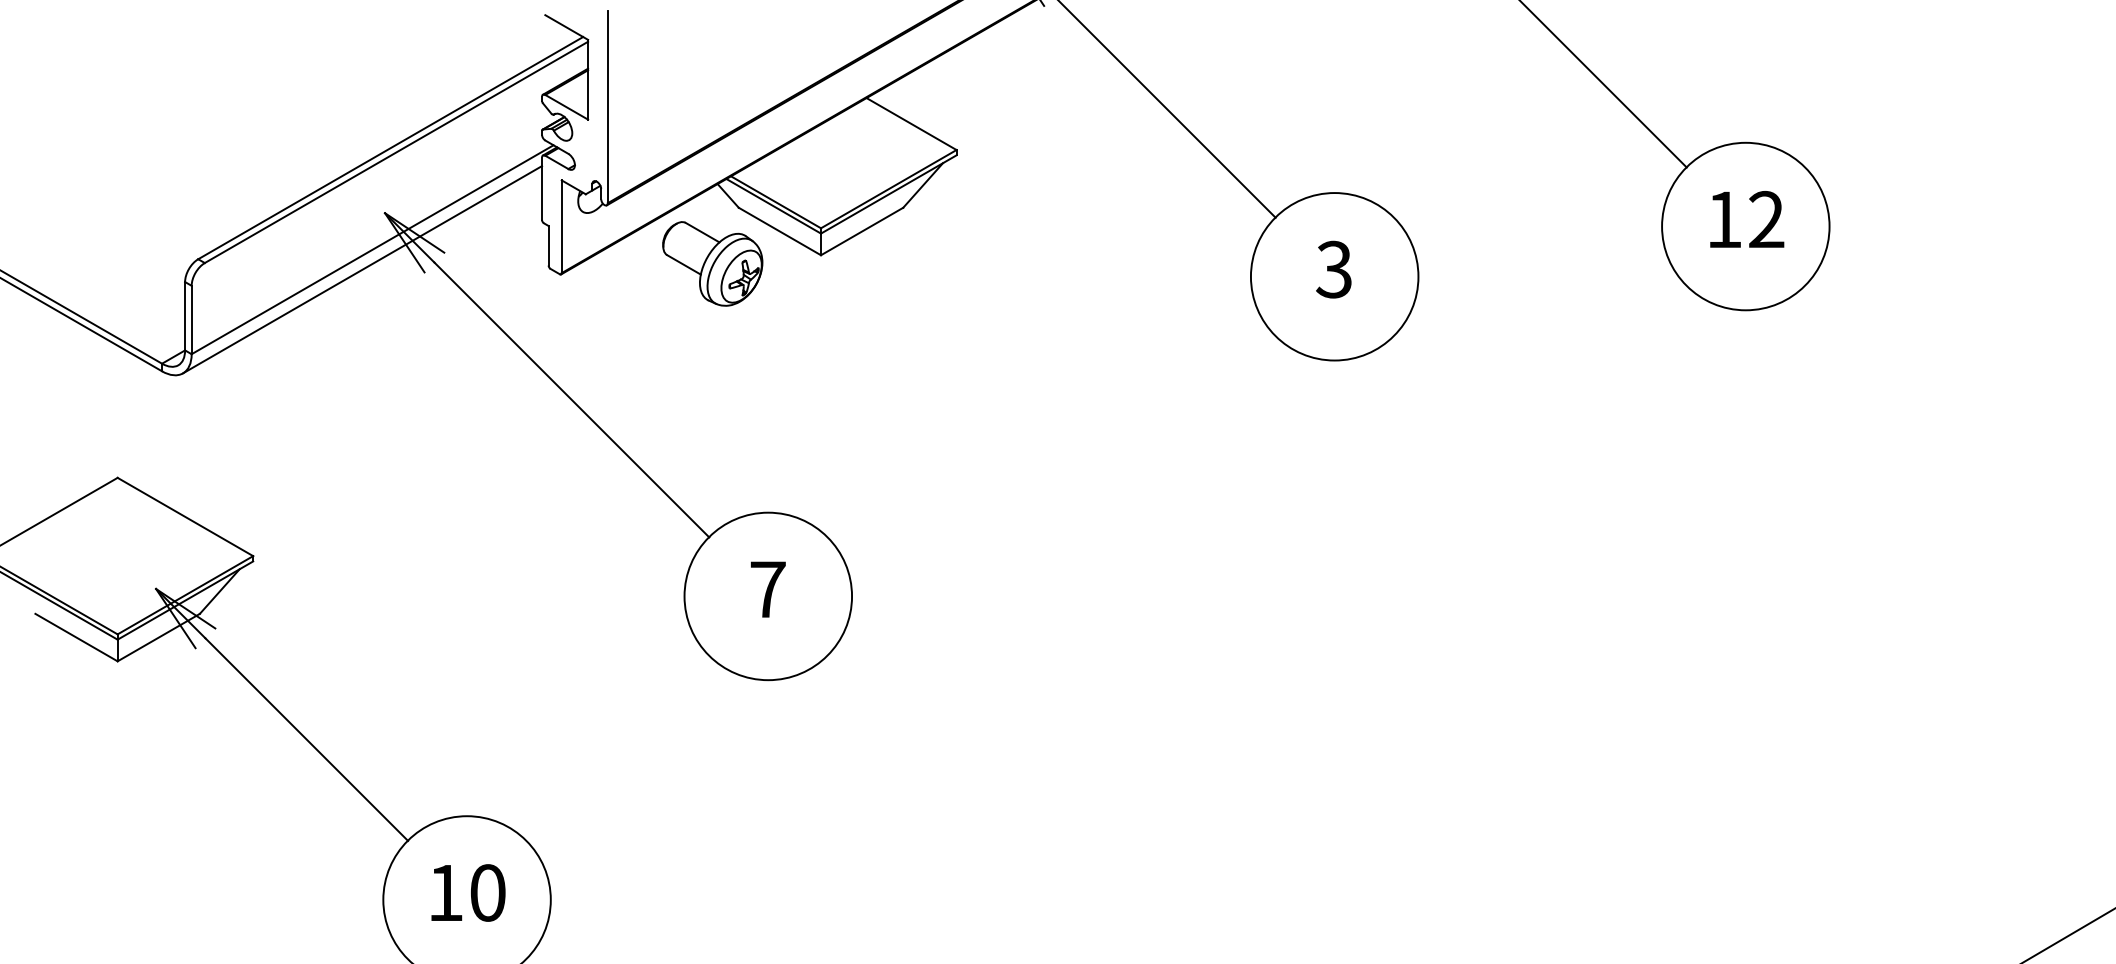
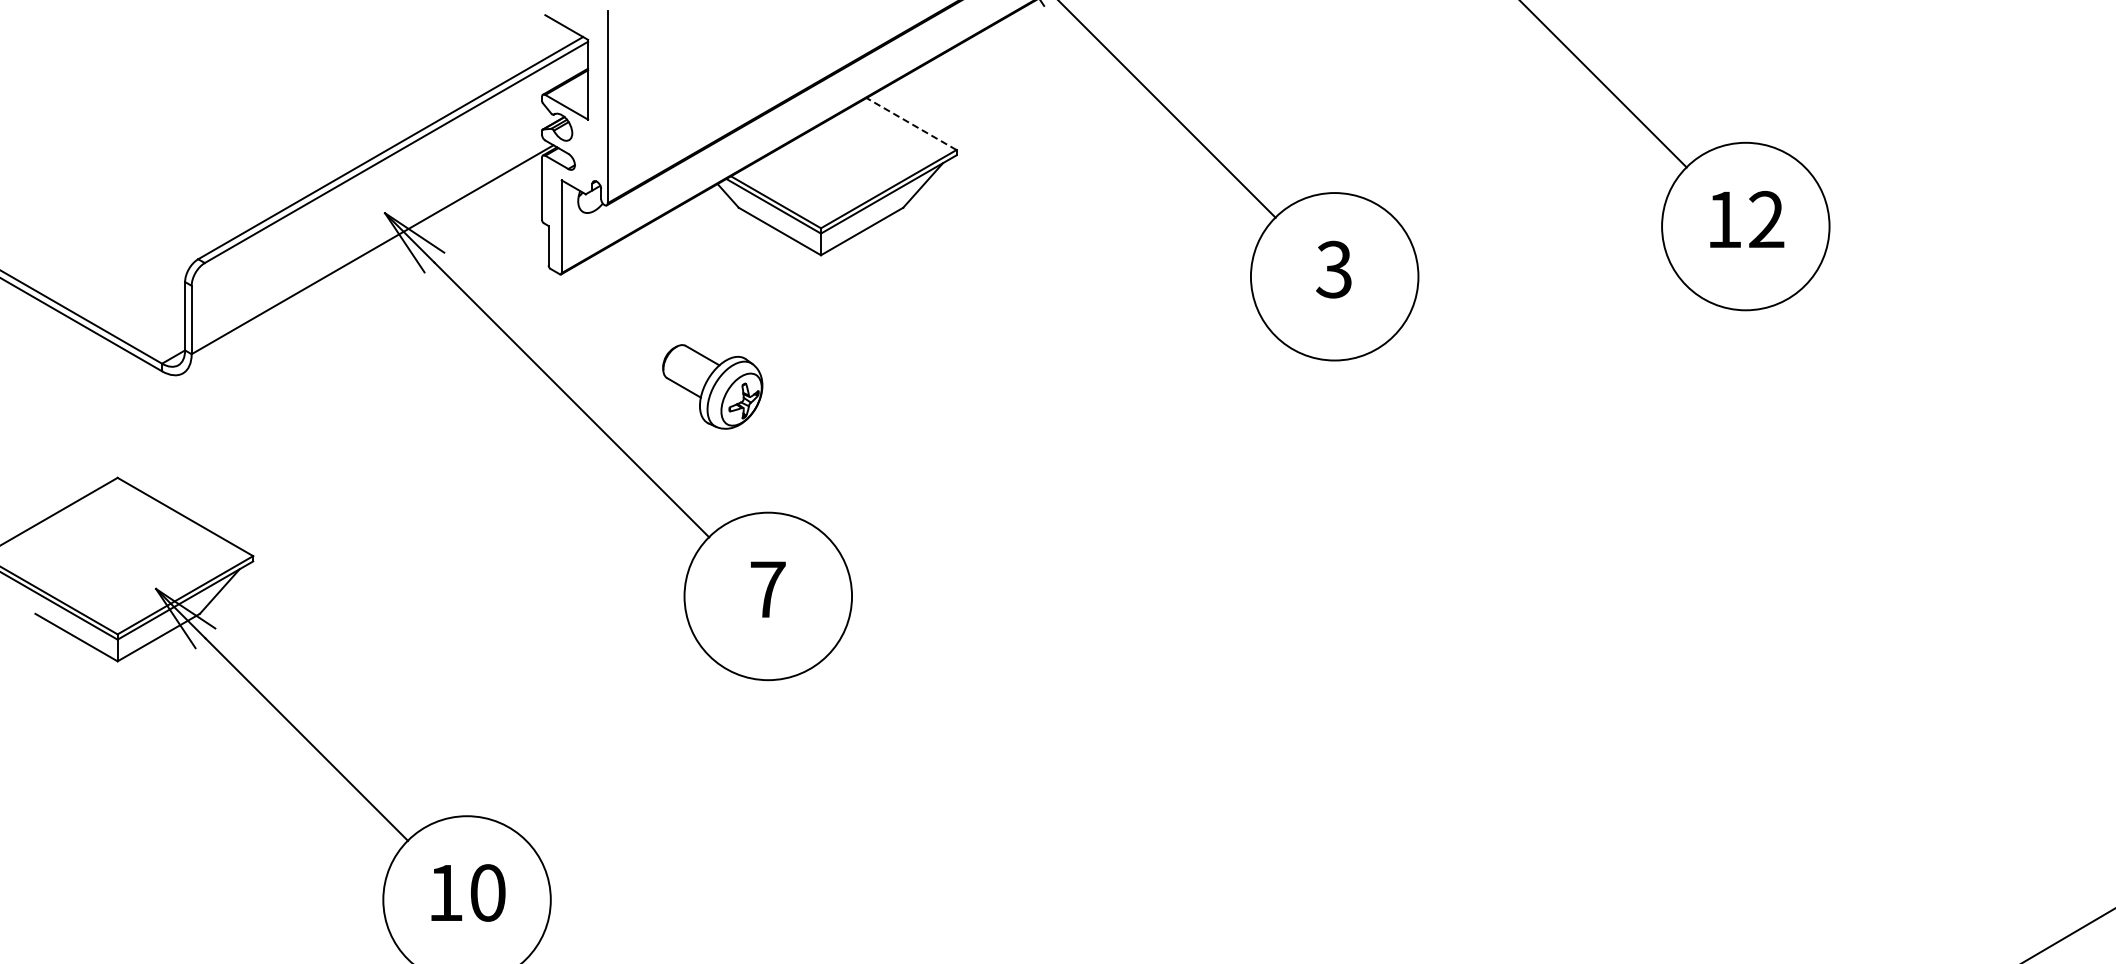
line at (911, 124): solid -> dashed
part at (712, 263) position: (712, 263) -> (712, 386)
line at (362, 269): present -> none
